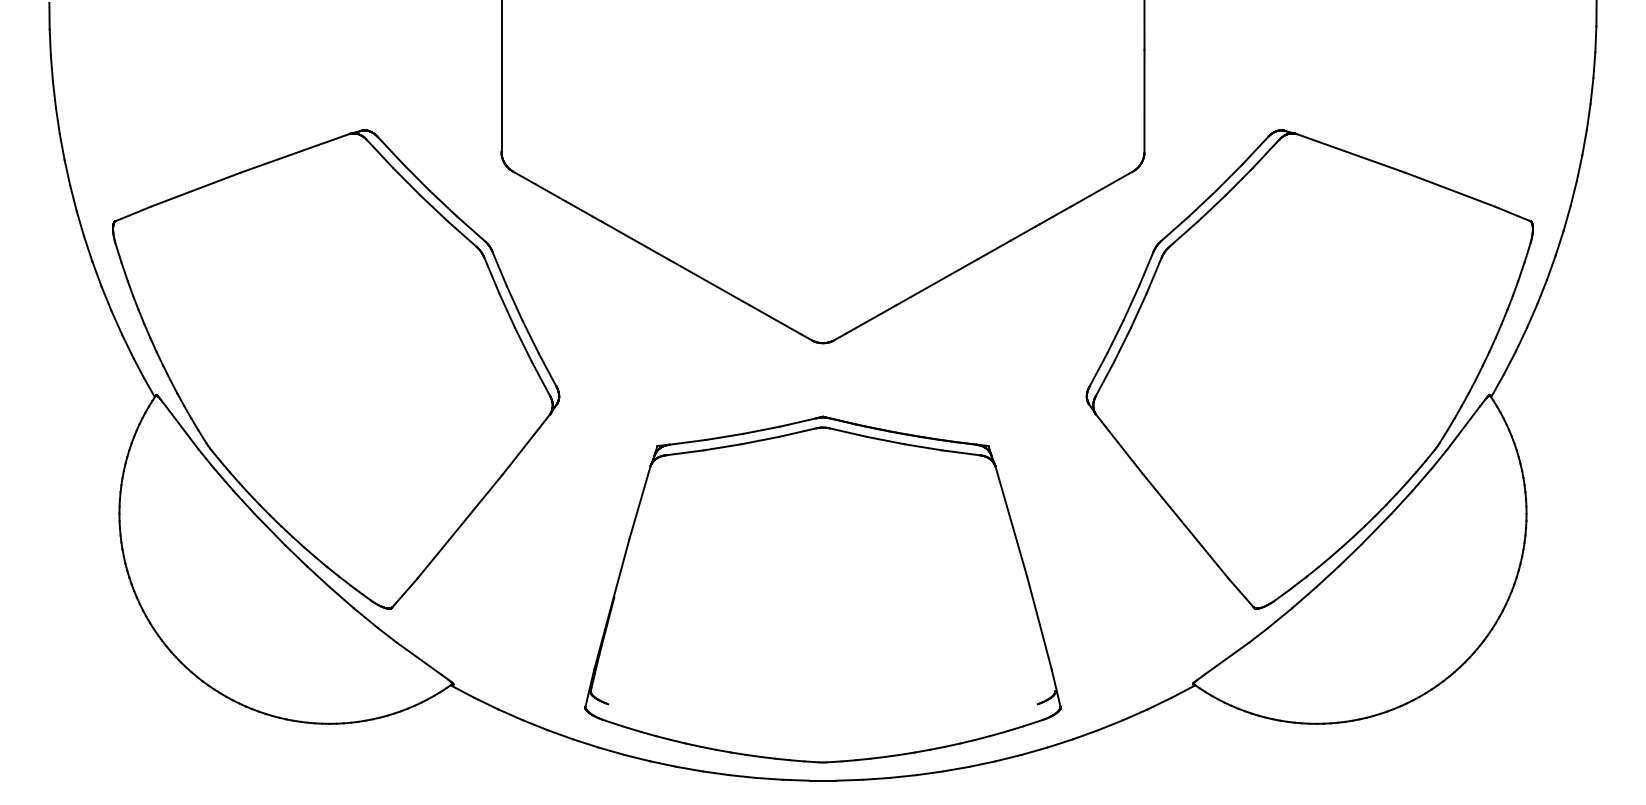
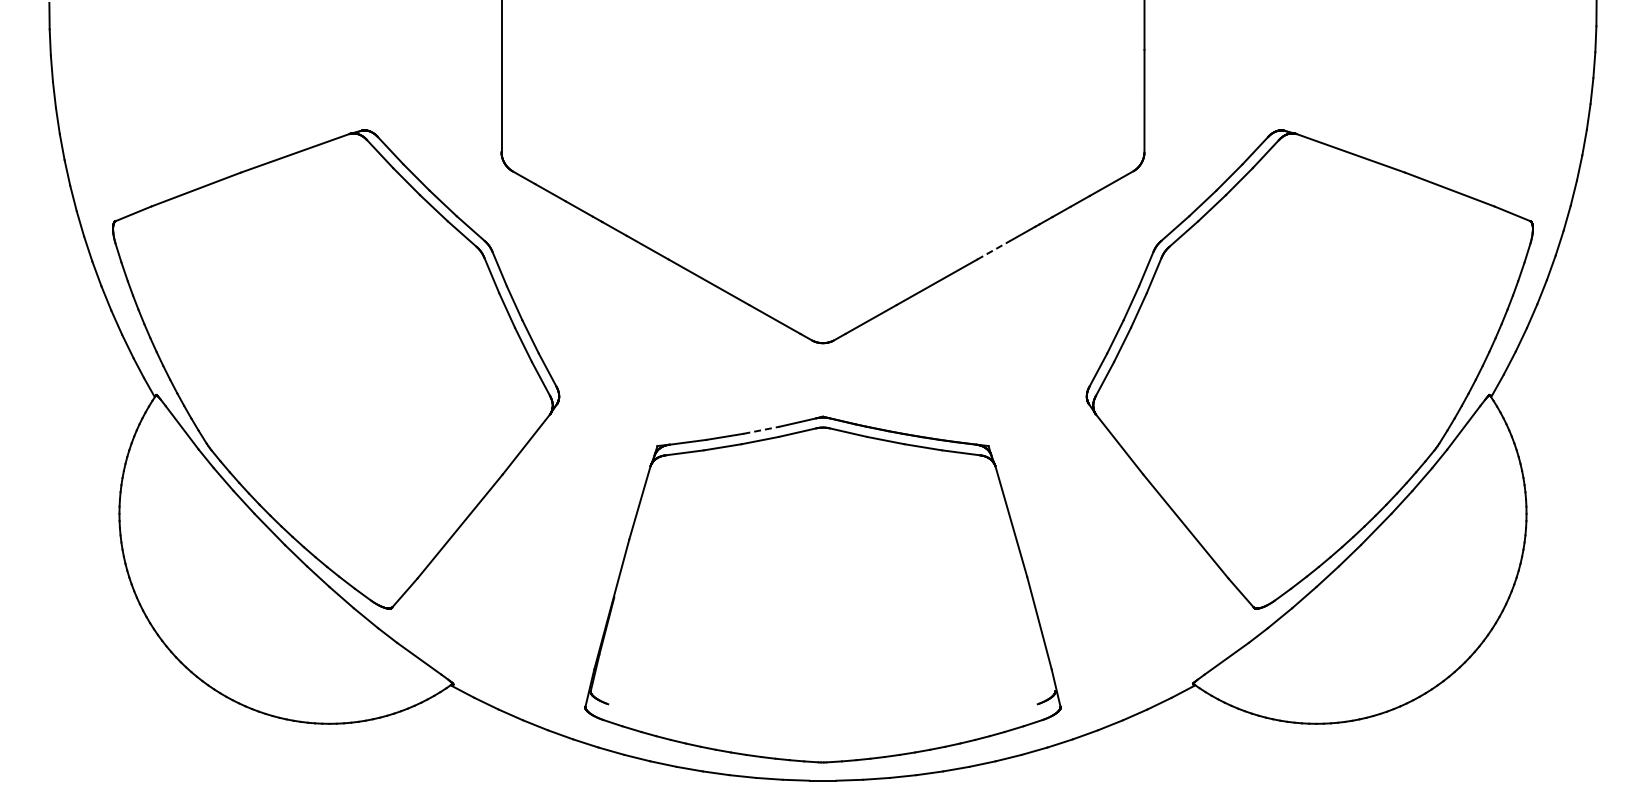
line at (994, 249): solid -> dashed
line at (761, 430): solid -> dashed
